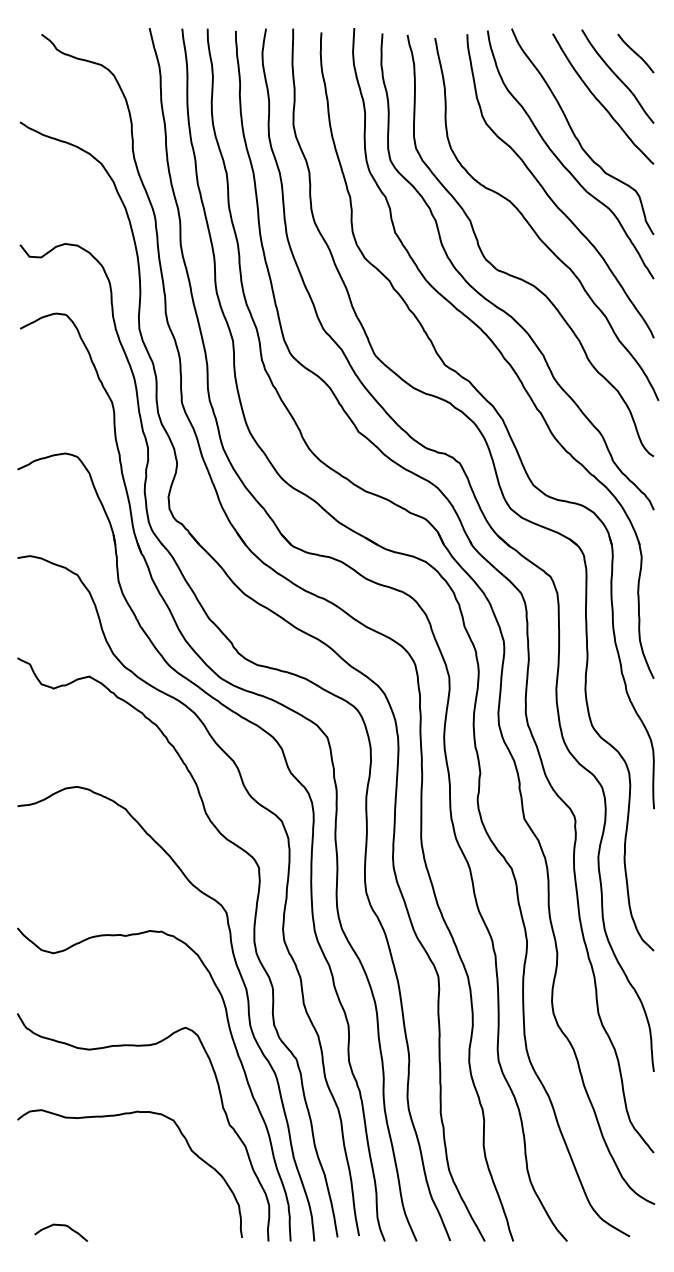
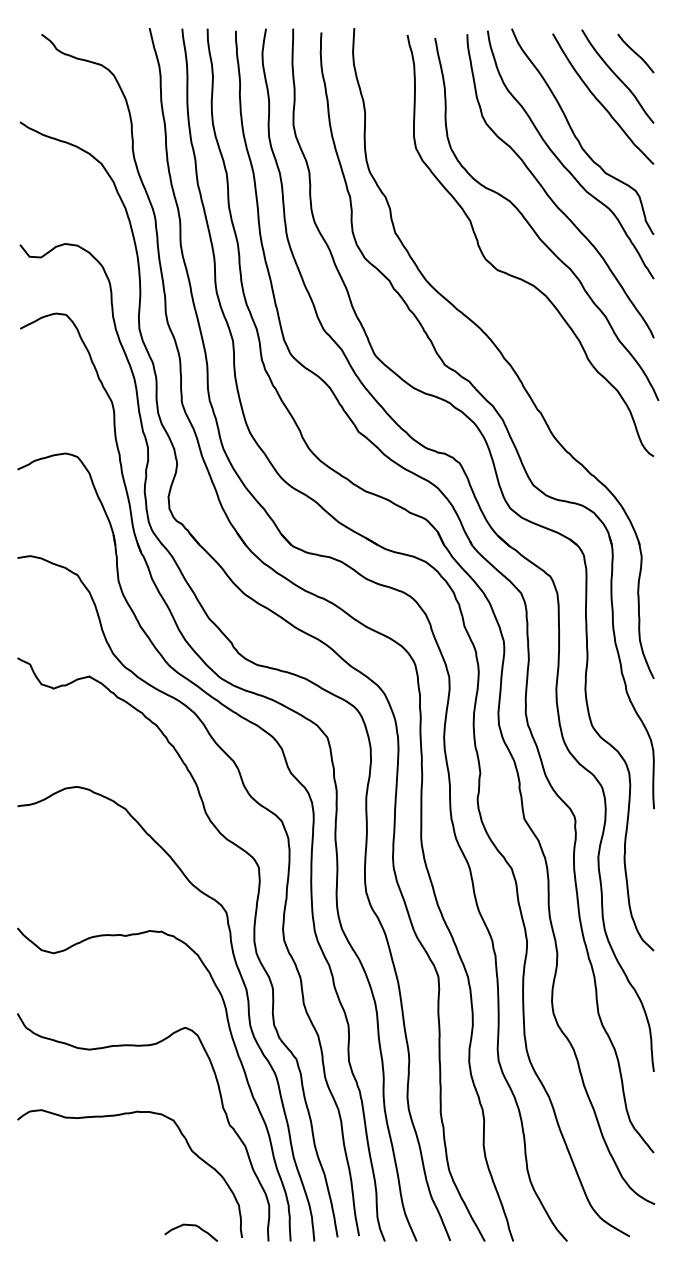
curve at (495, 304): present -> none
curve at (62, 1226) position: (62, 1226) -> (192, 1226)
